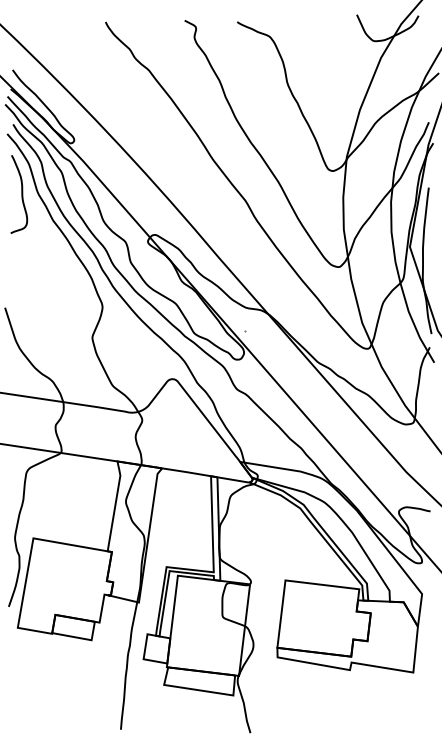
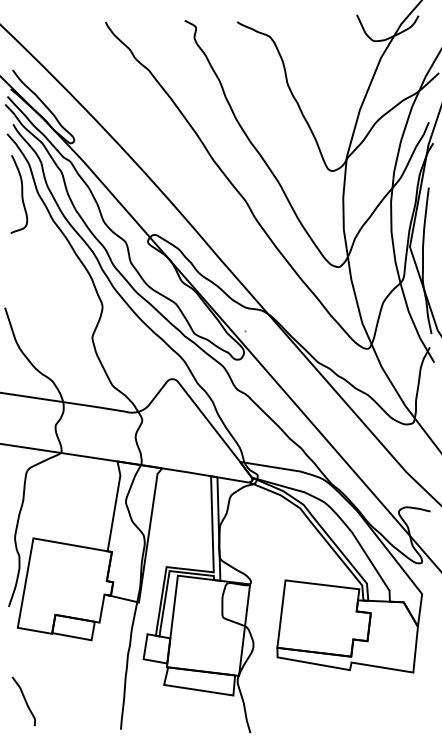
curve at (24, 701): none -> present
